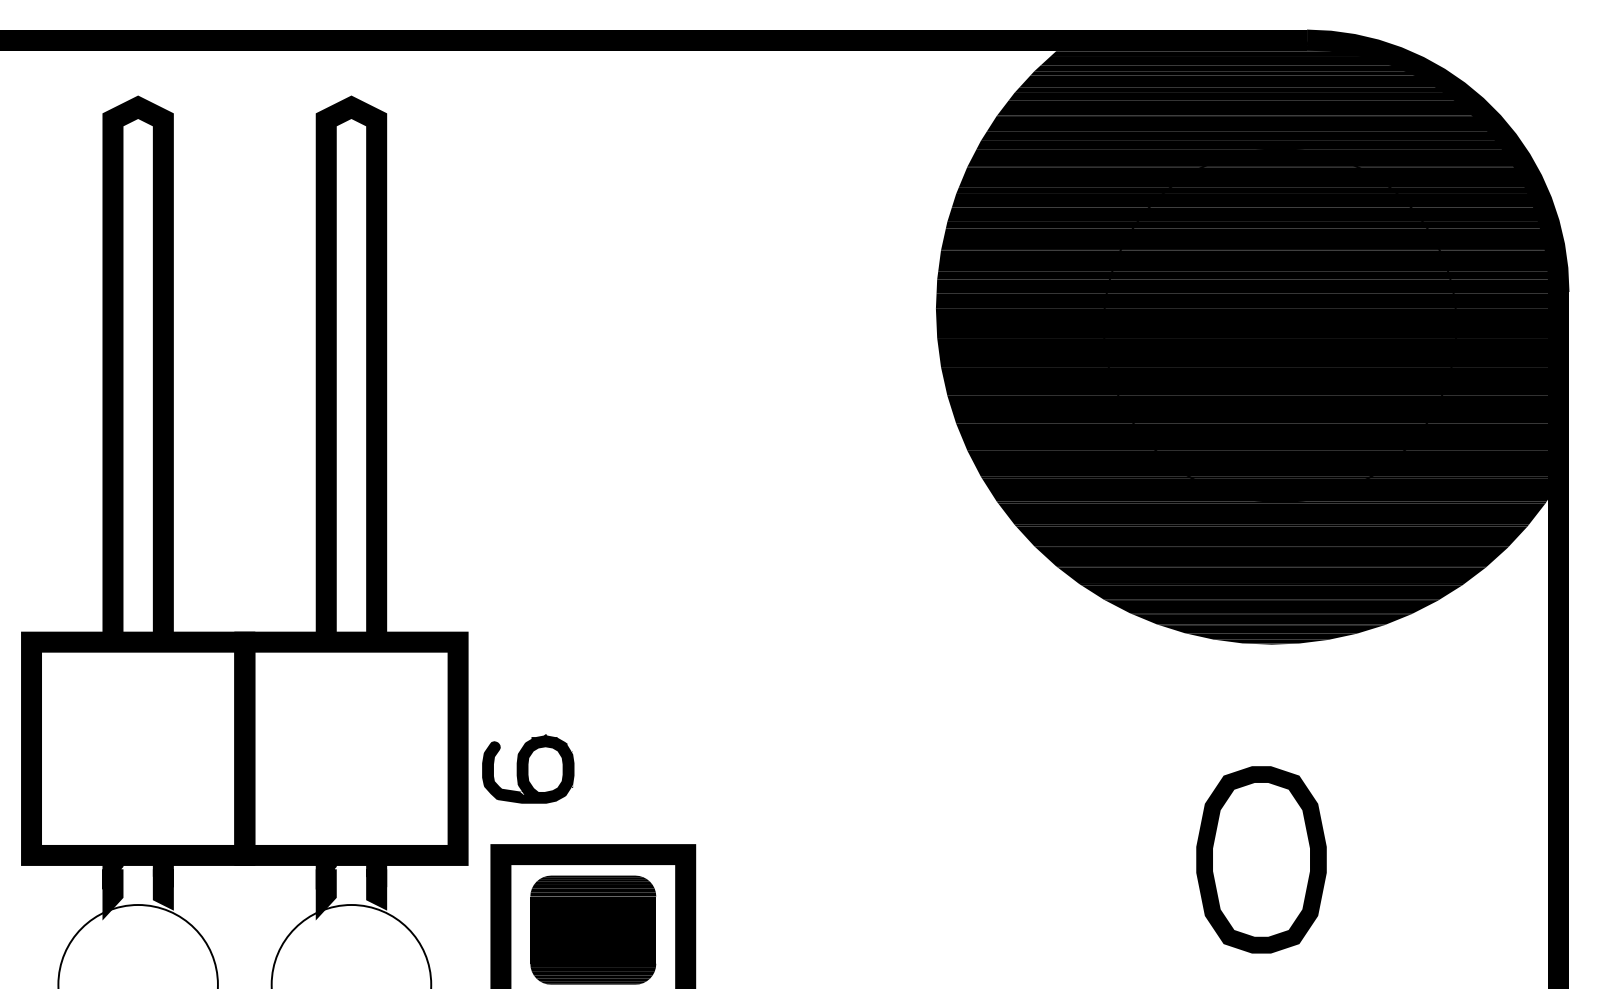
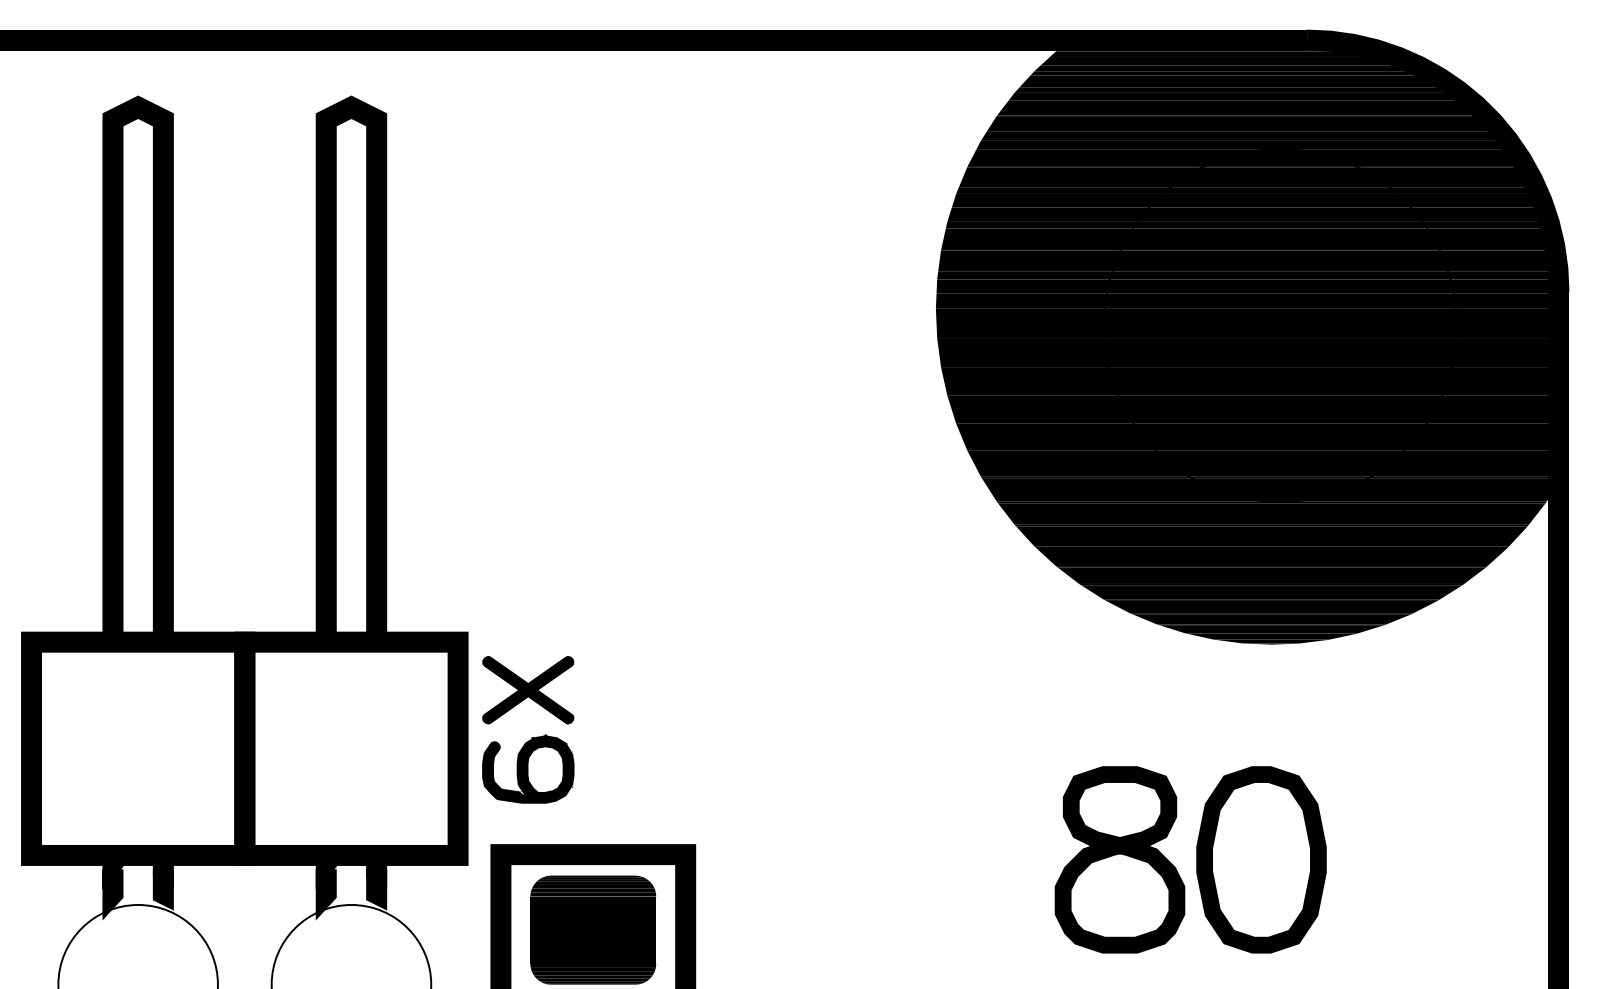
part at (528, 690): none -> present
part at (1119, 859): none -> present
